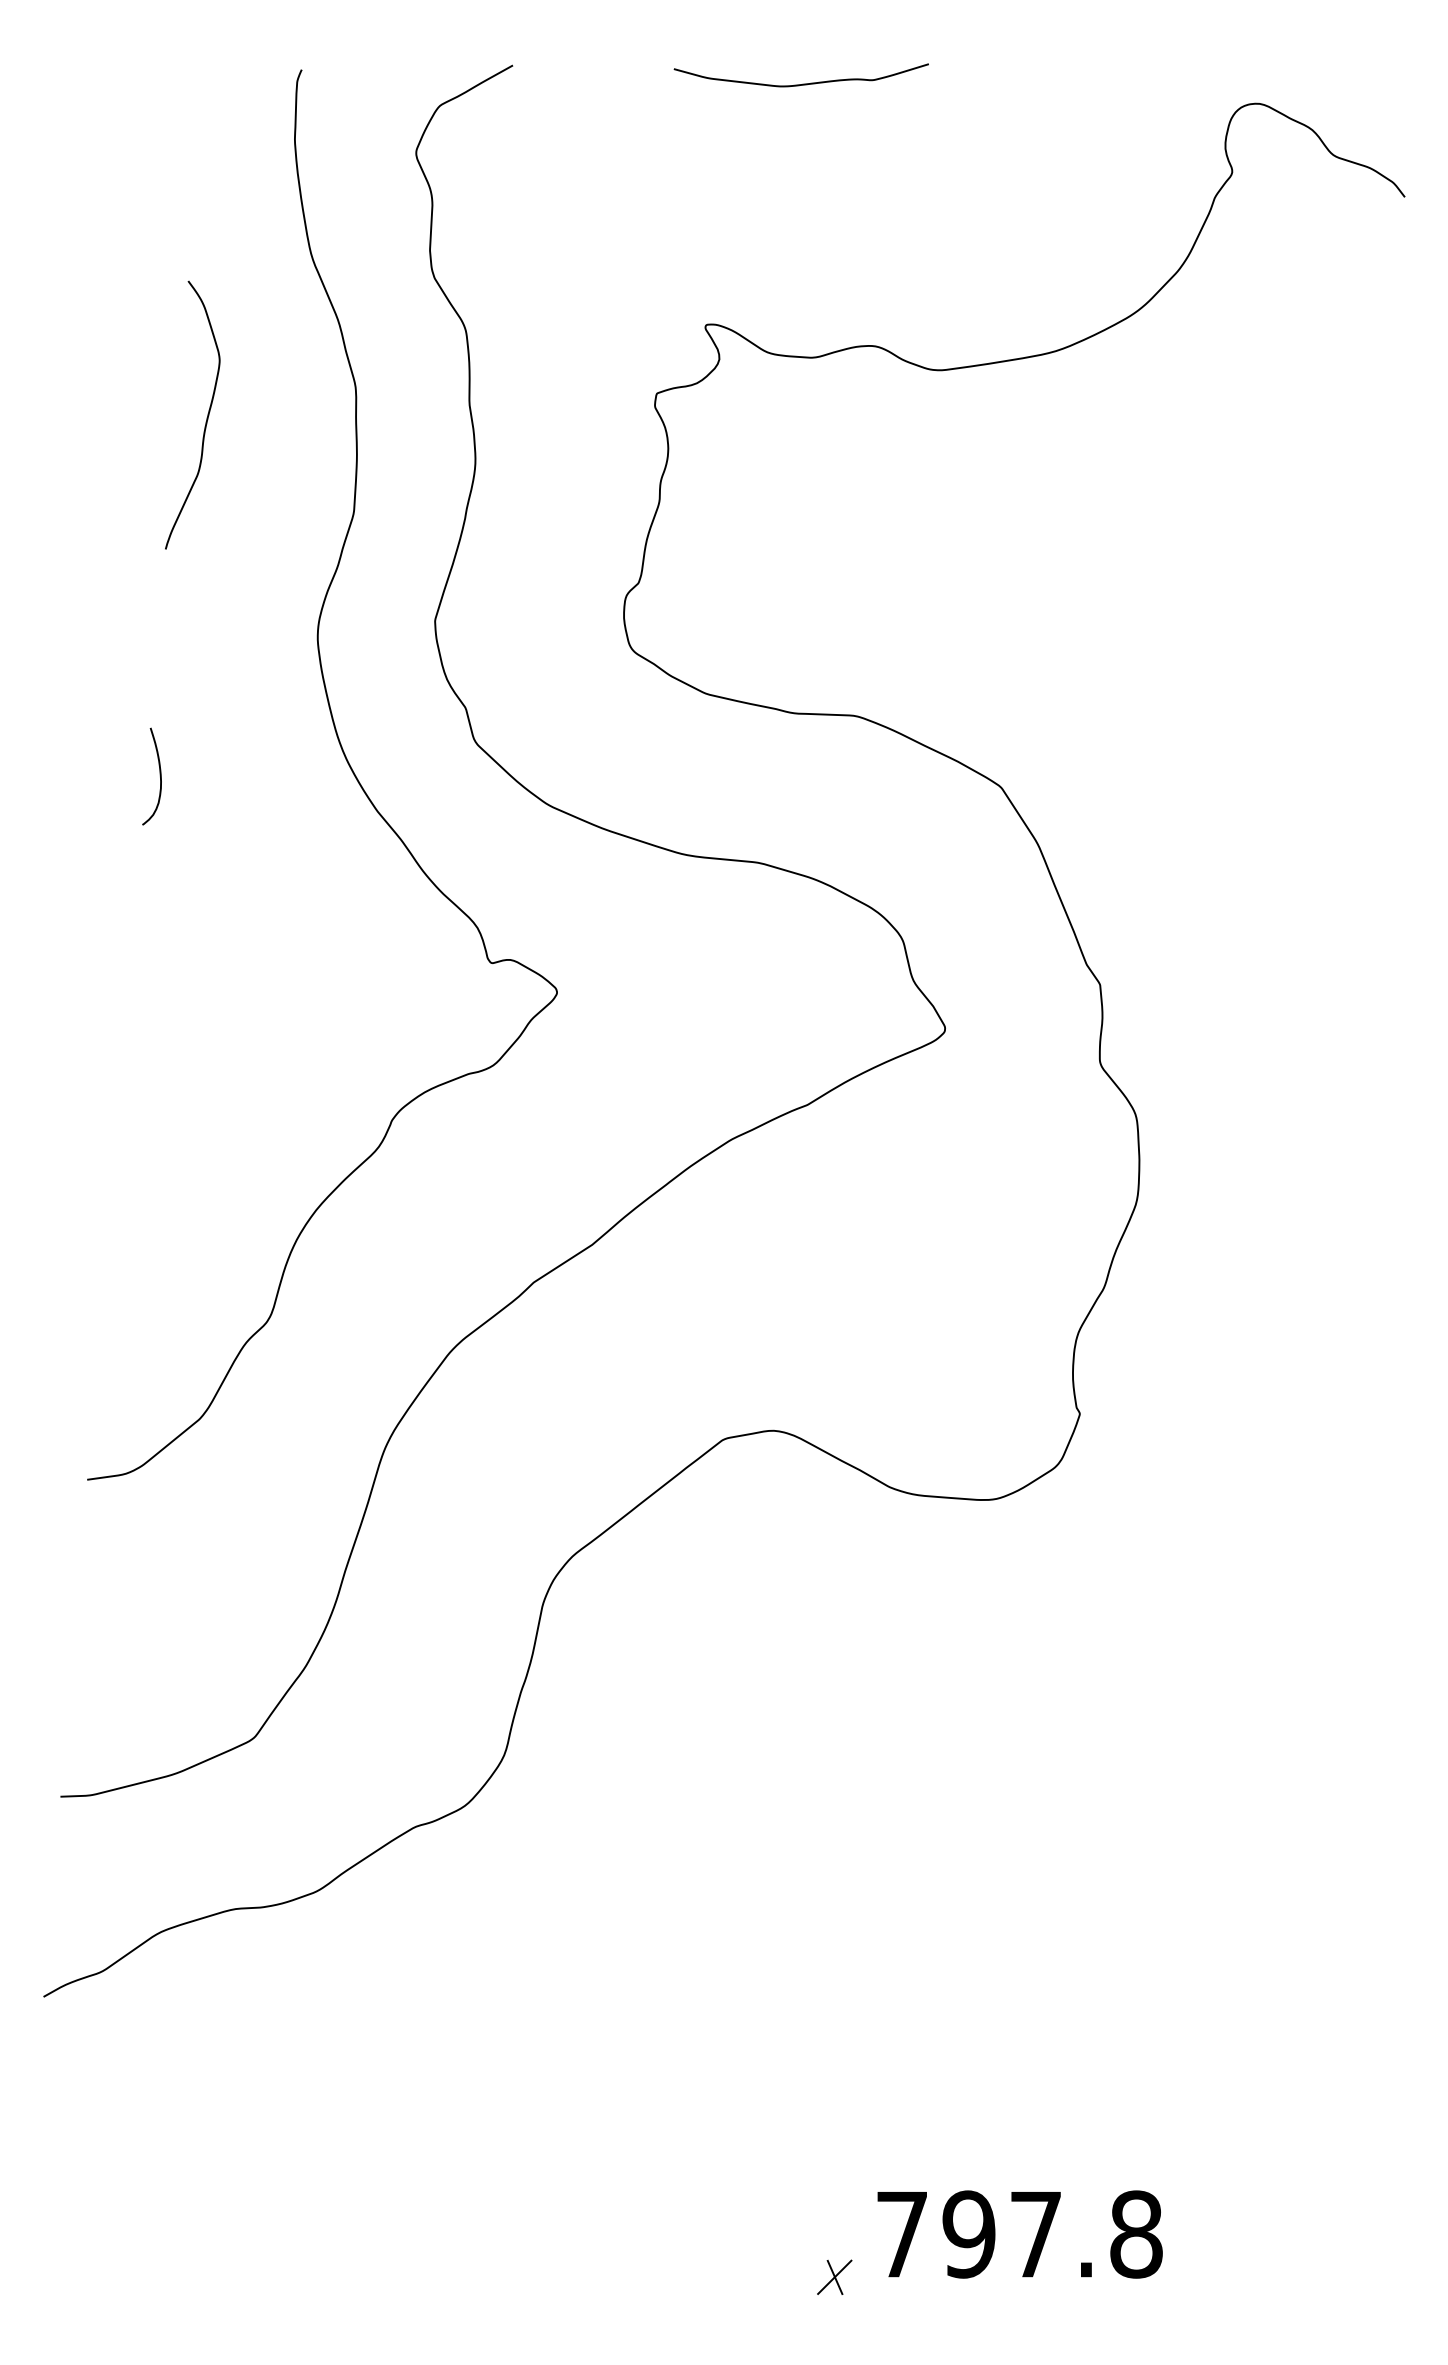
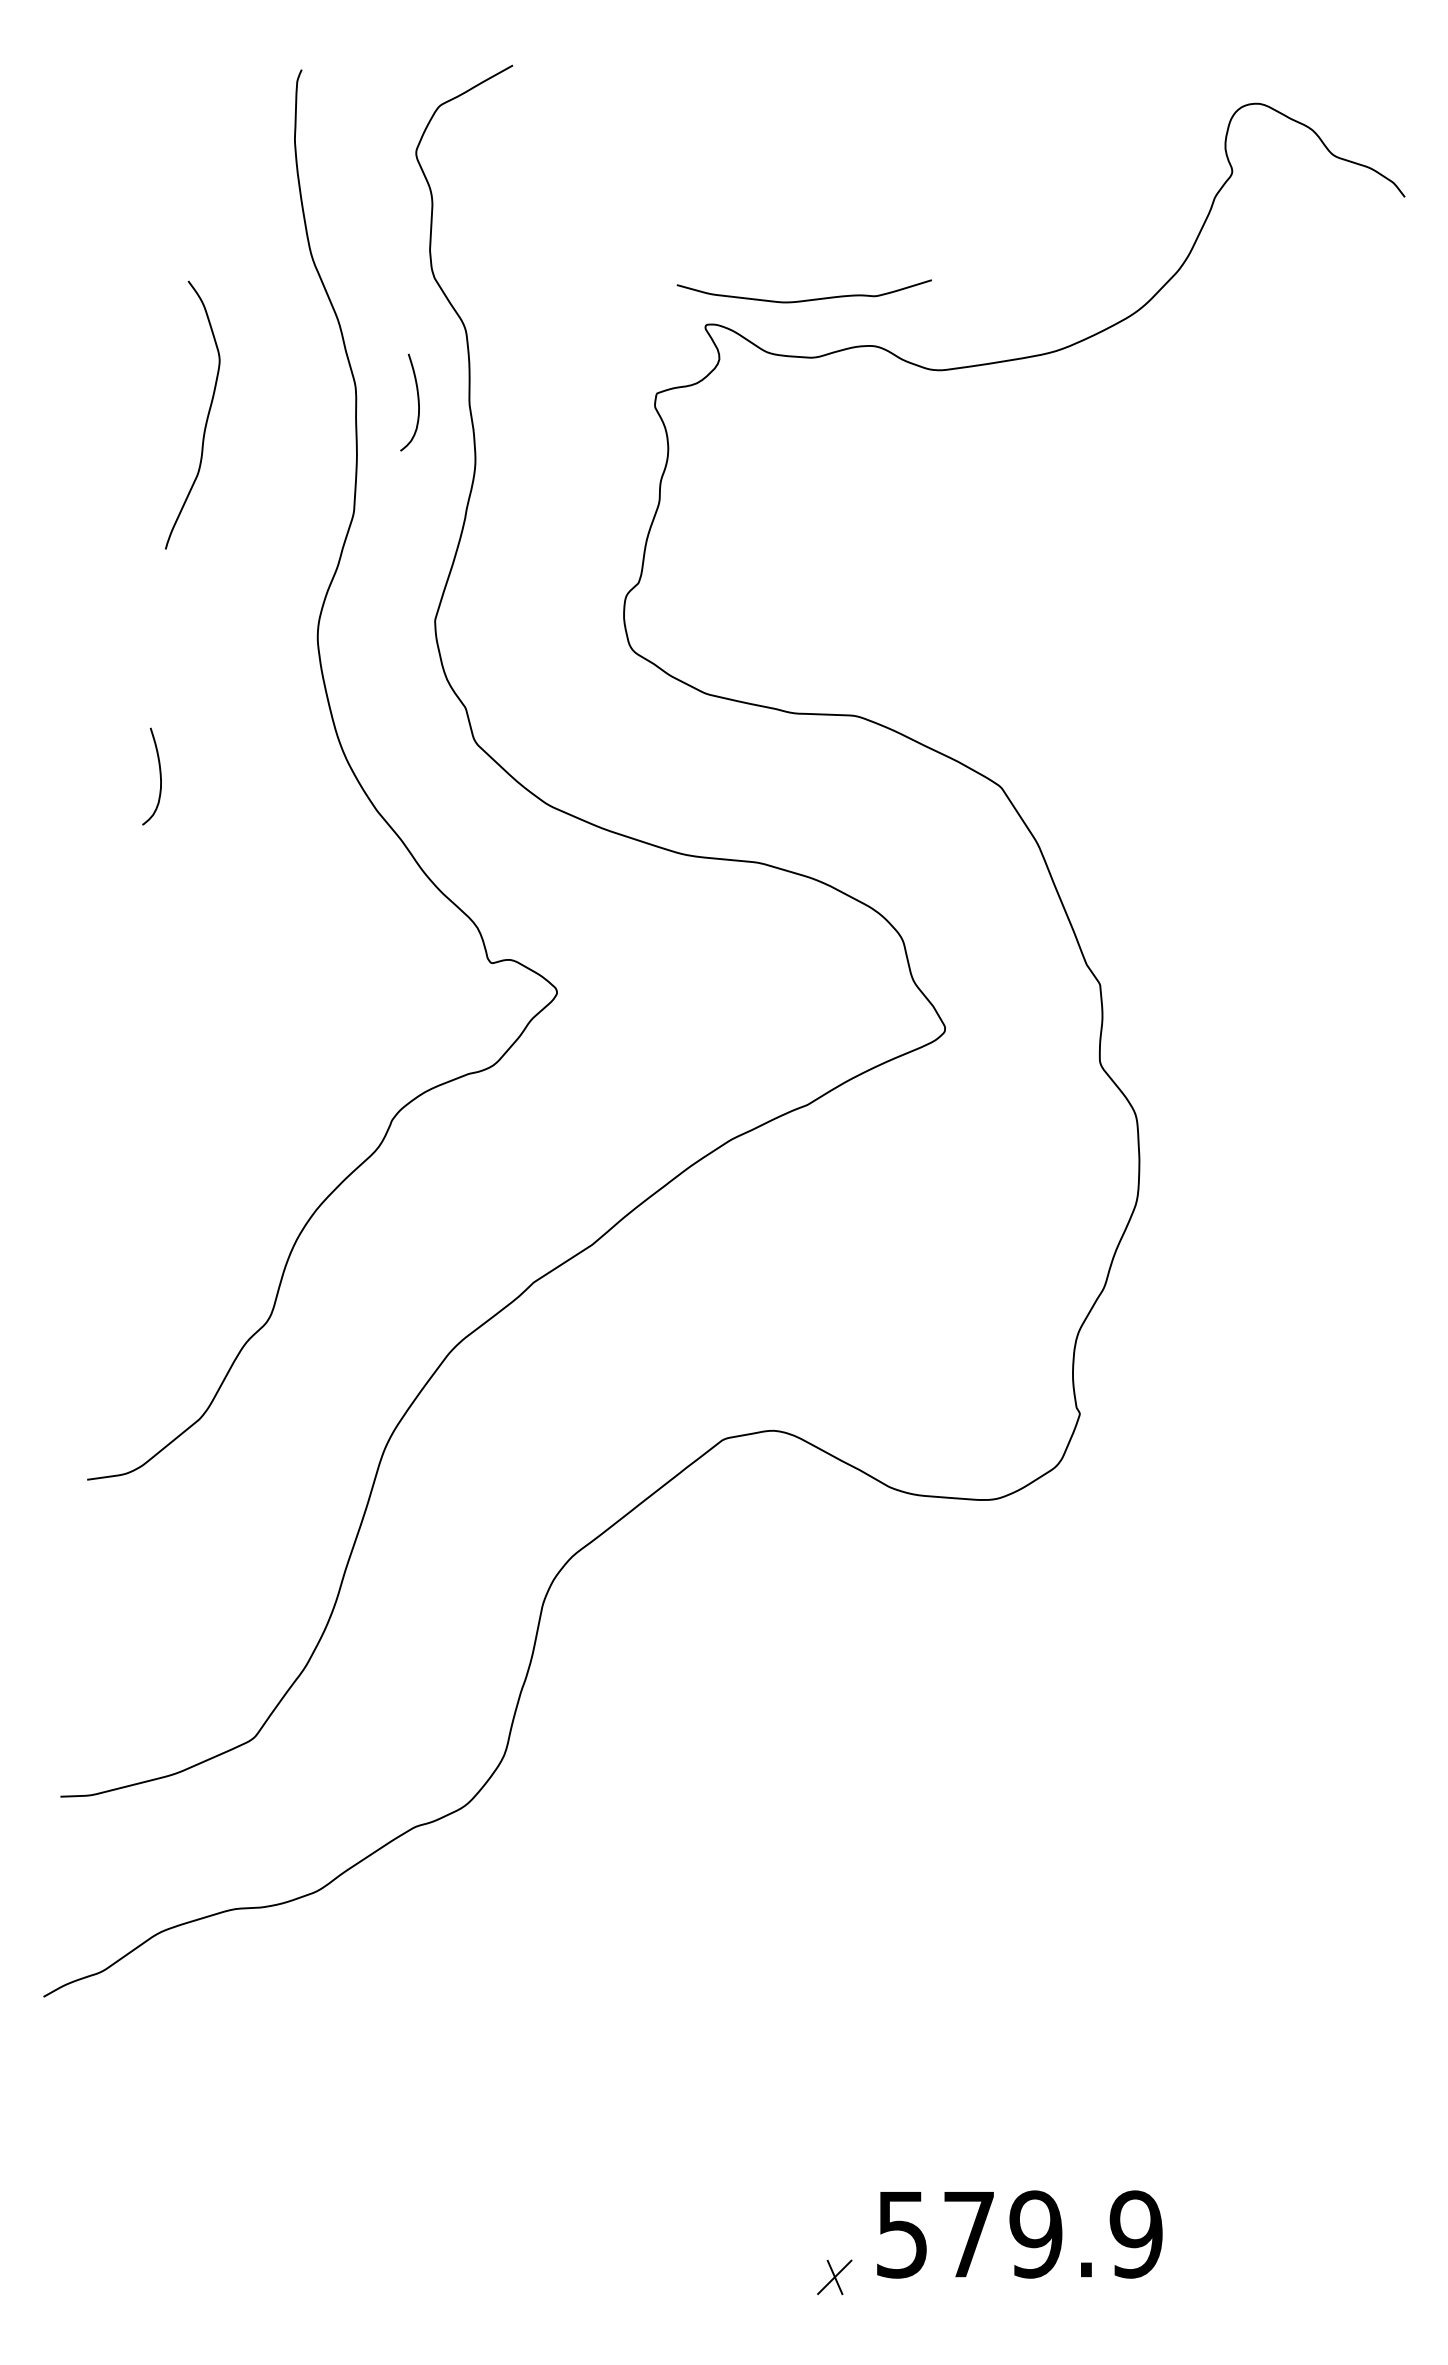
curve at (802, 83) position: (802, 83) -> (805, 299)
curve at (417, 401): none -> present
text at (1019, 2234): 797.8 -> 579.9
